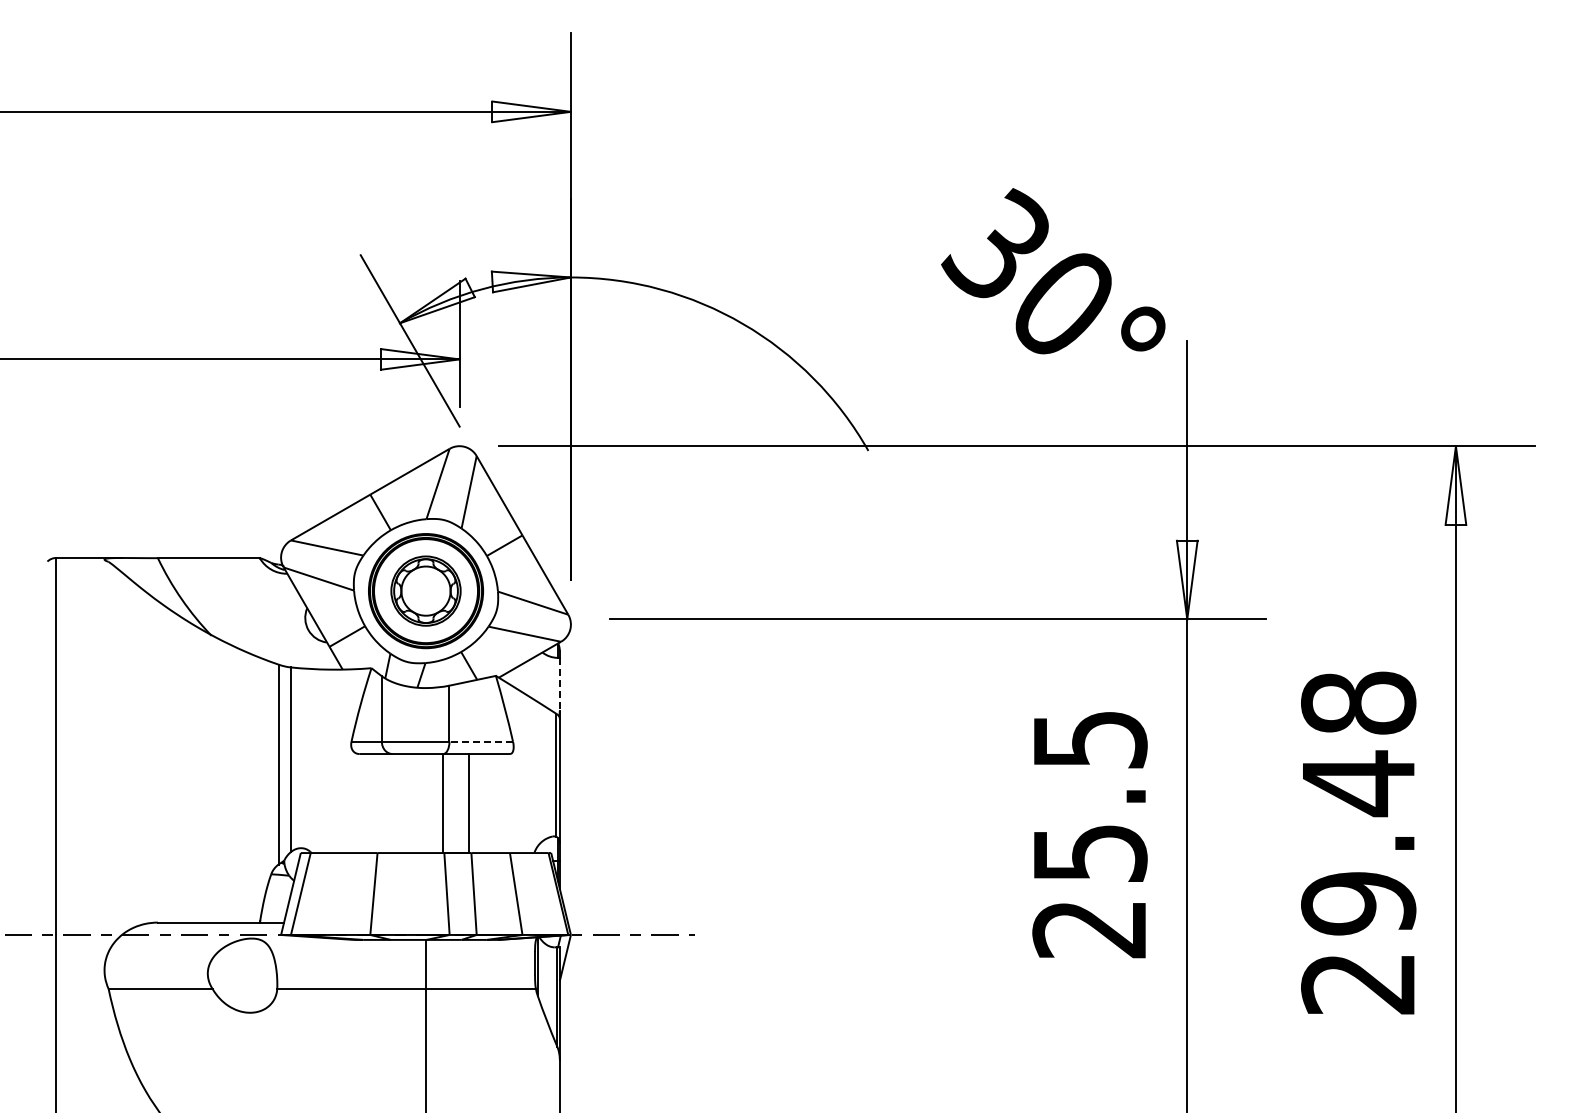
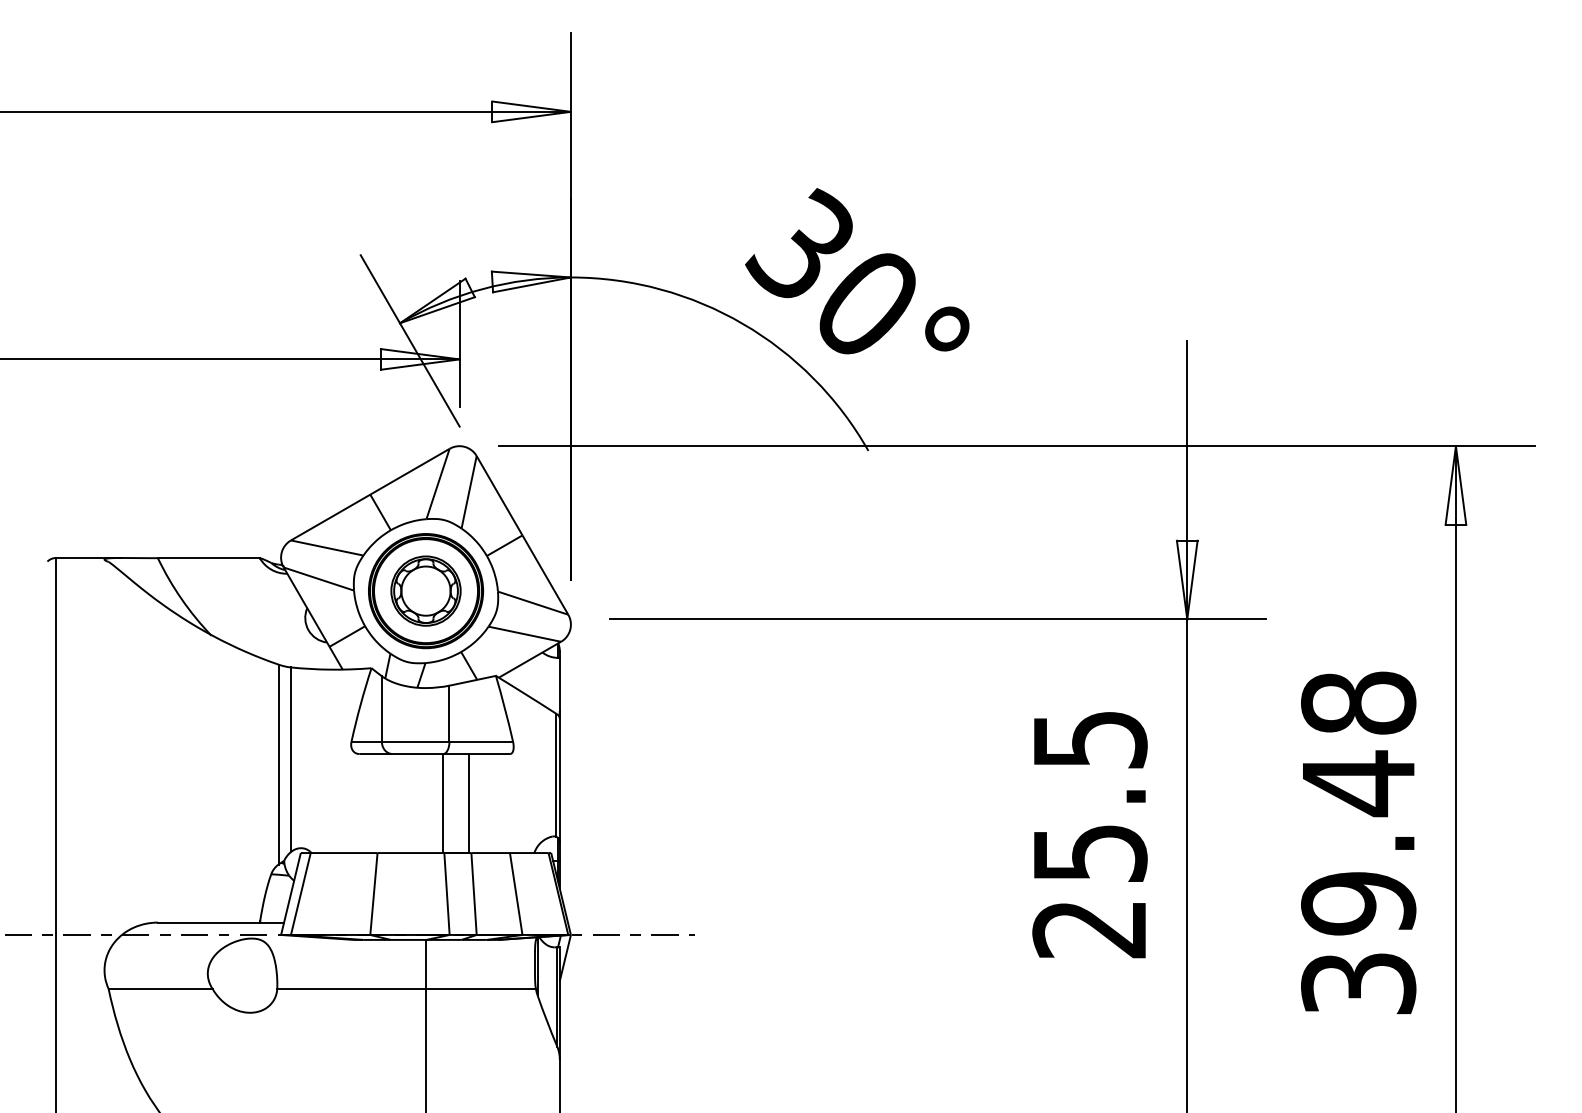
text at (1053, 271) position: (1053, 271) -> (857, 271)
line at (559, 684): dashed -> solid
line at (481, 741): dashed -> solid
text at (1358, 983): 29.48 -> 39.48
